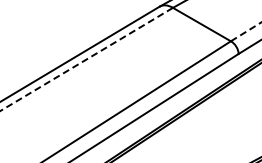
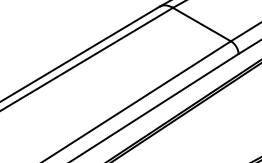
line at (246, 31): dashed -> solid
line at (86, 59): dashed -> solid
